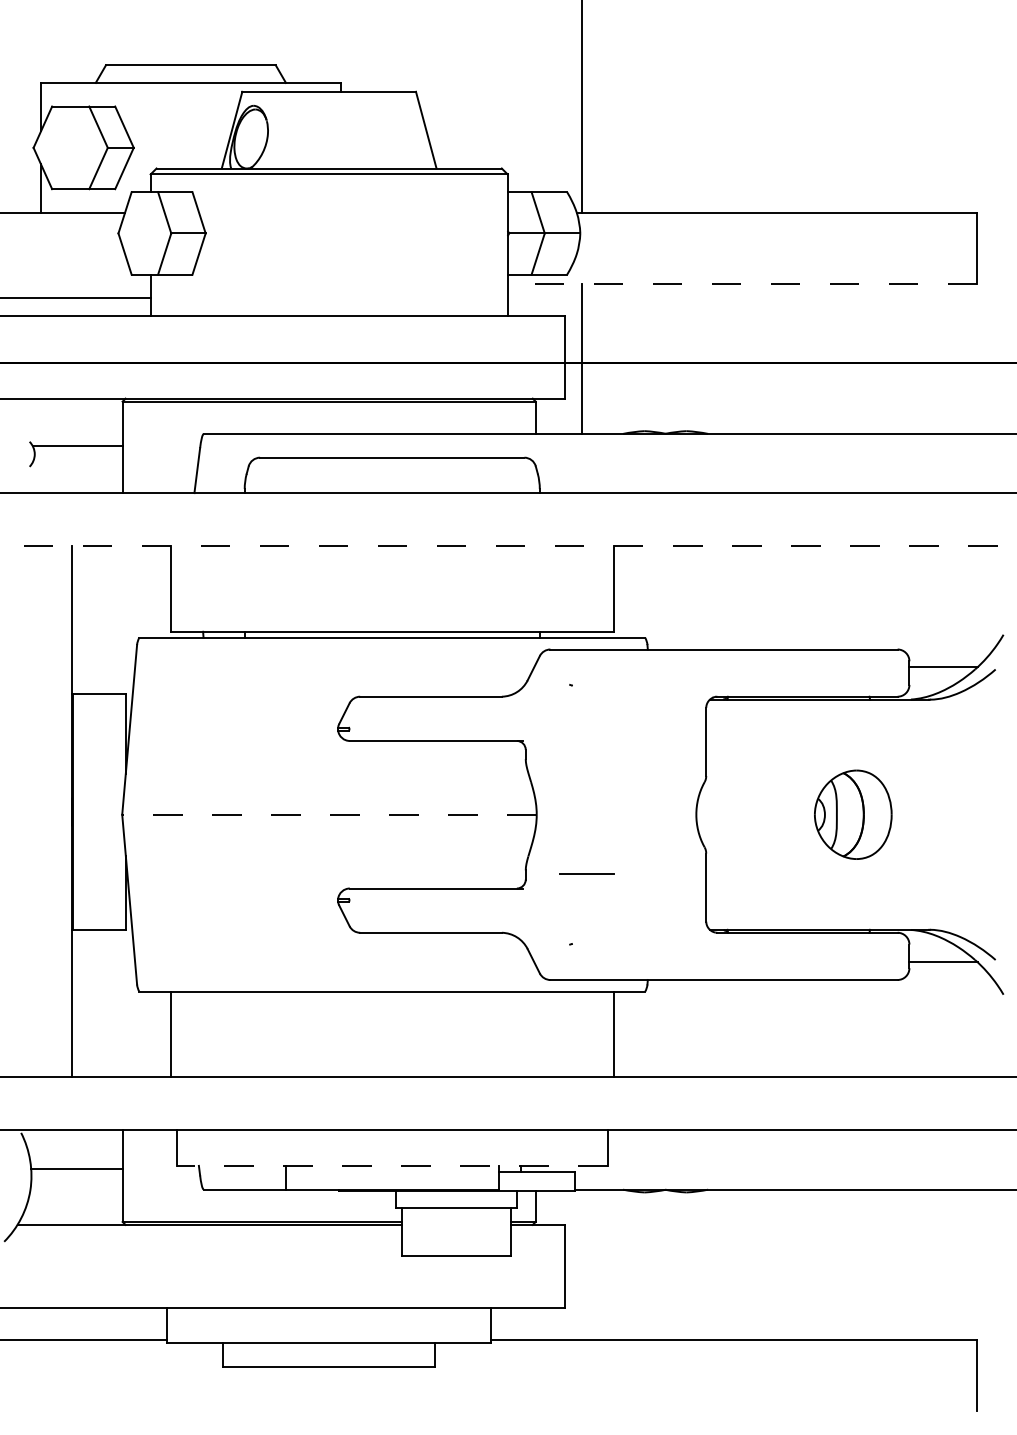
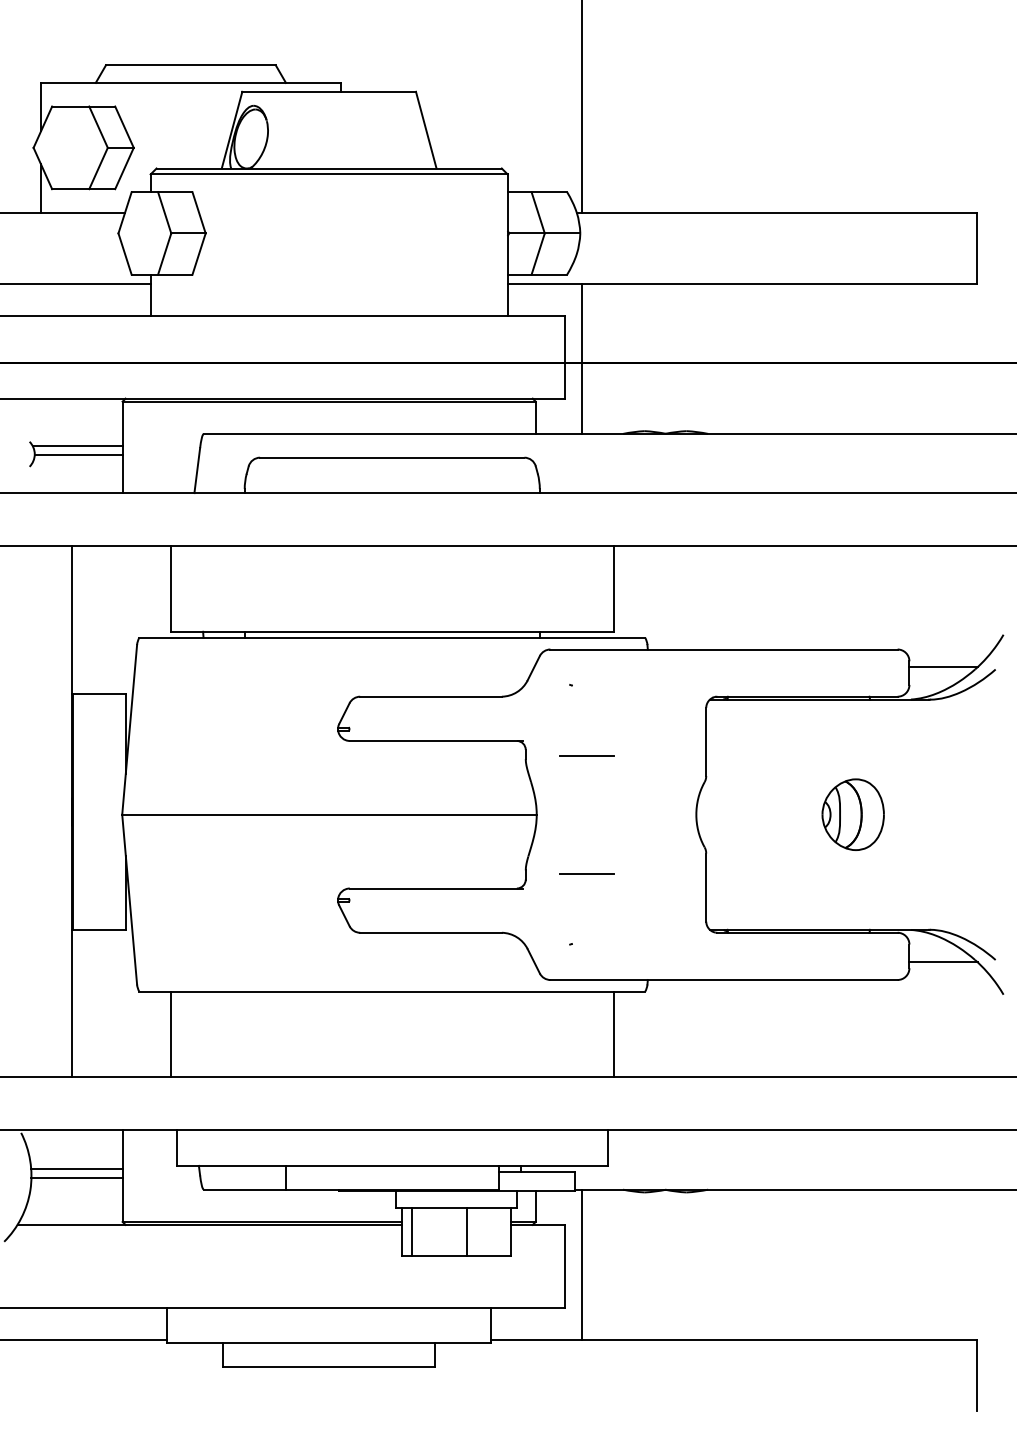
line at (742, 283): dashed -> solid
line at (76, 297) position: (76, 297) -> (76, 283)
line at (78, 454): none -> present
line at (508, 546): dashed -> solid
line at (586, 755): none -> present
line at (328, 814): dashed -> solid
part at (853, 814) size: 79x91 px -> 64x73 px
line at (391, 1165): dashed -> solid
line at (76, 1177): none -> present
line at (412, 1231): none -> present
line at (466, 1231): none -> present
line at (582, 1264): none -> present
